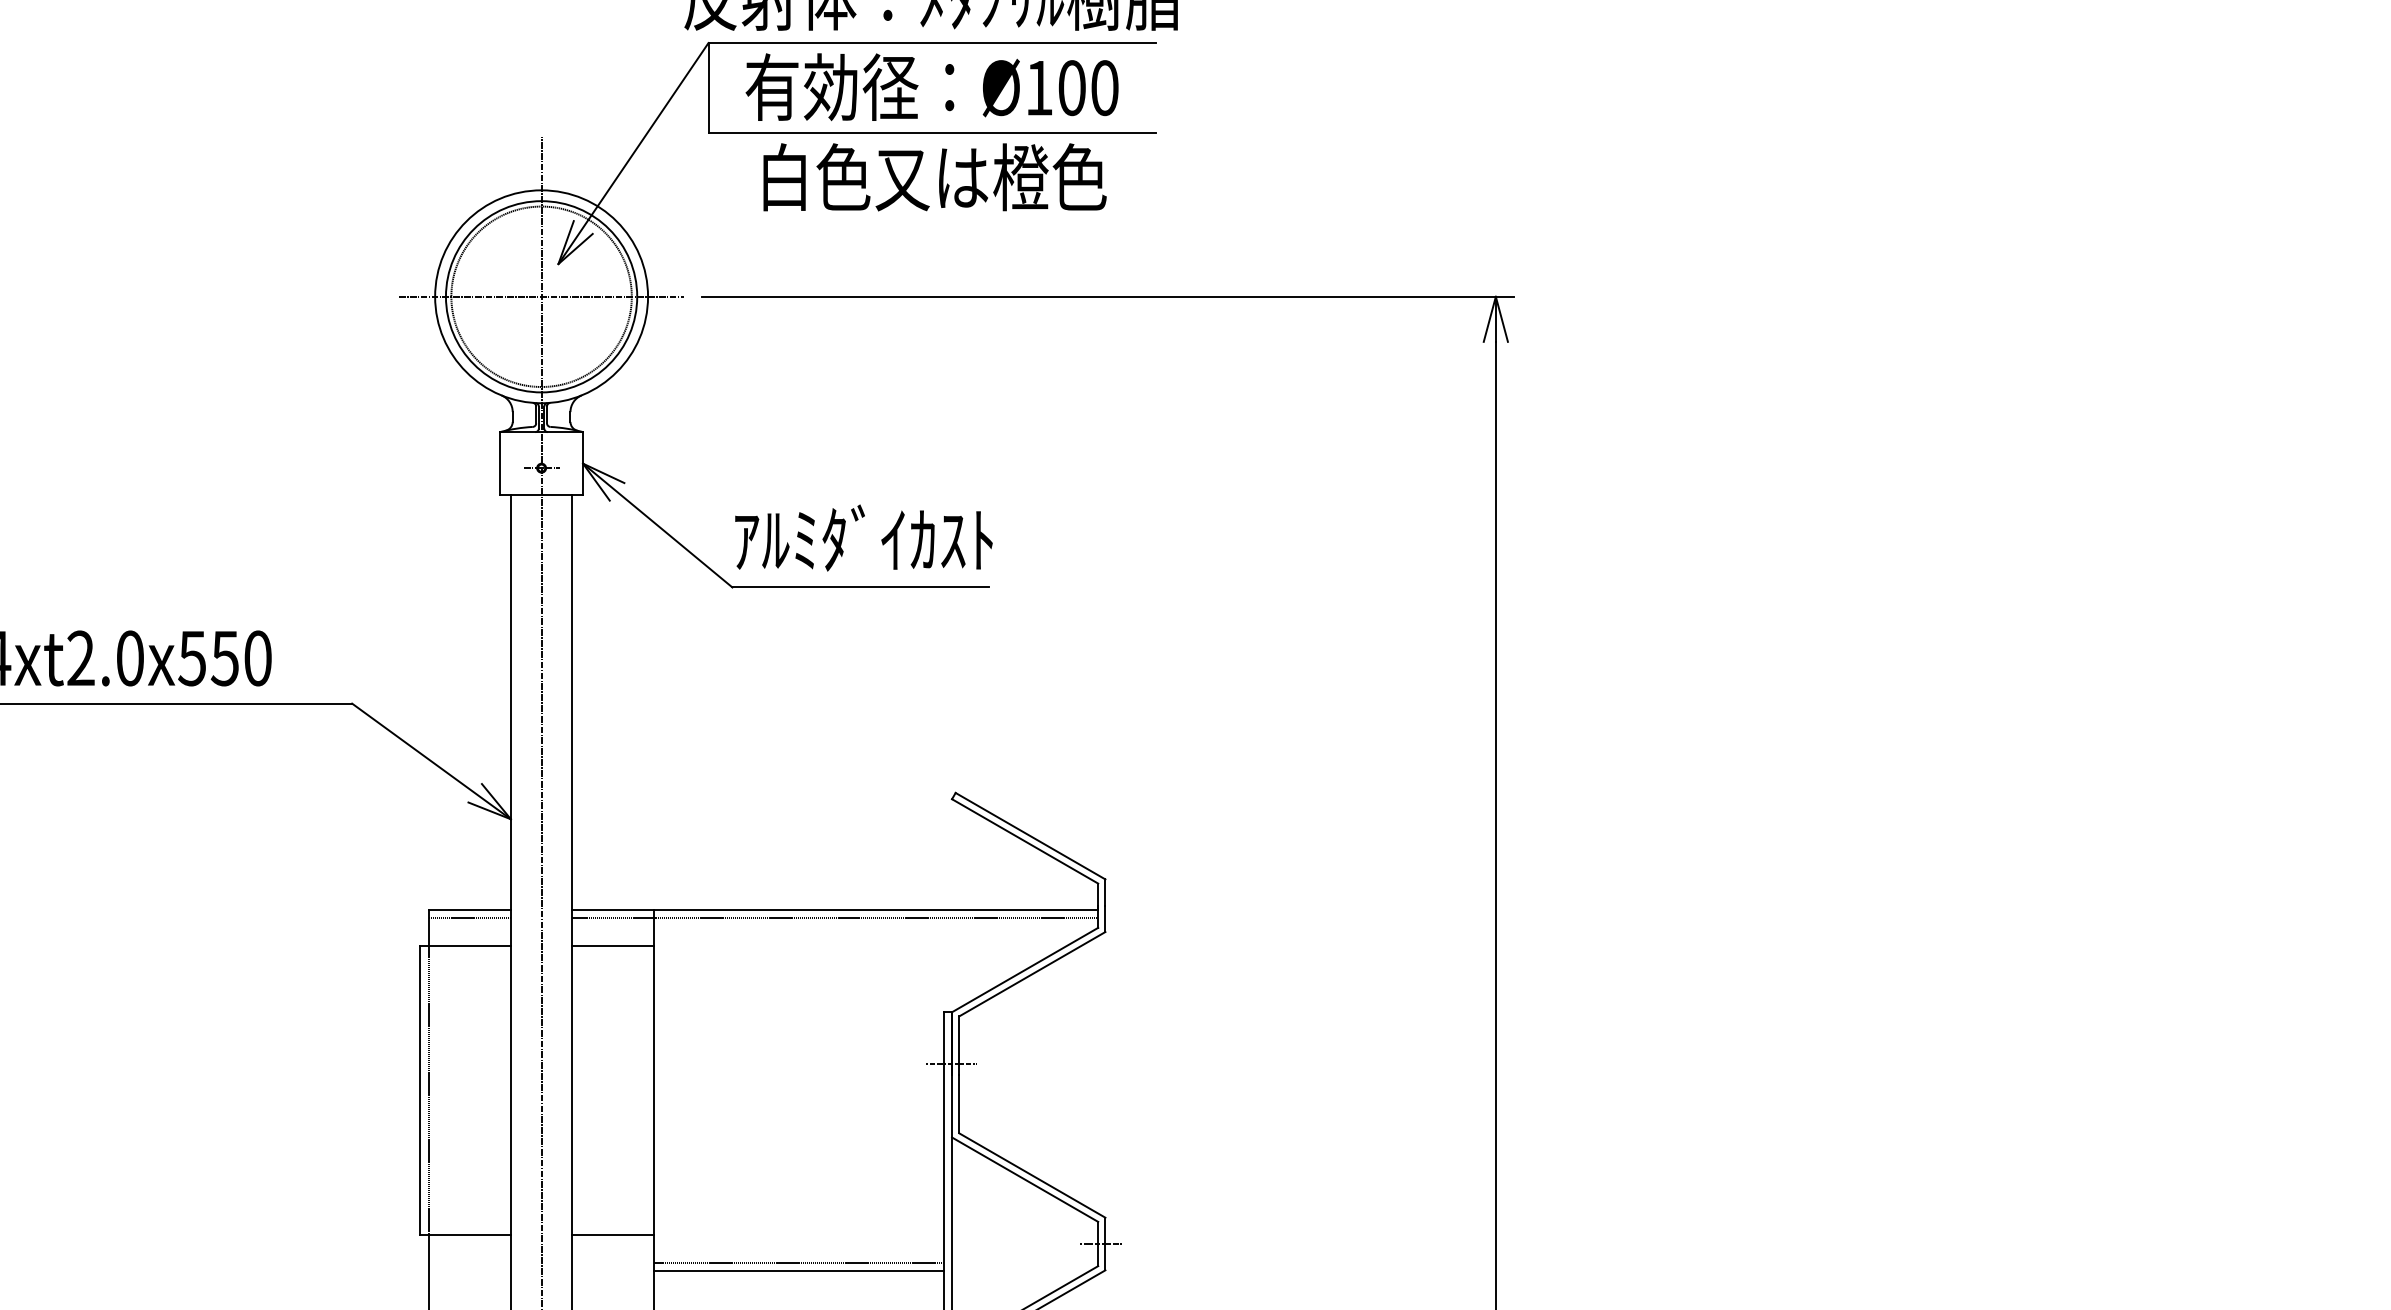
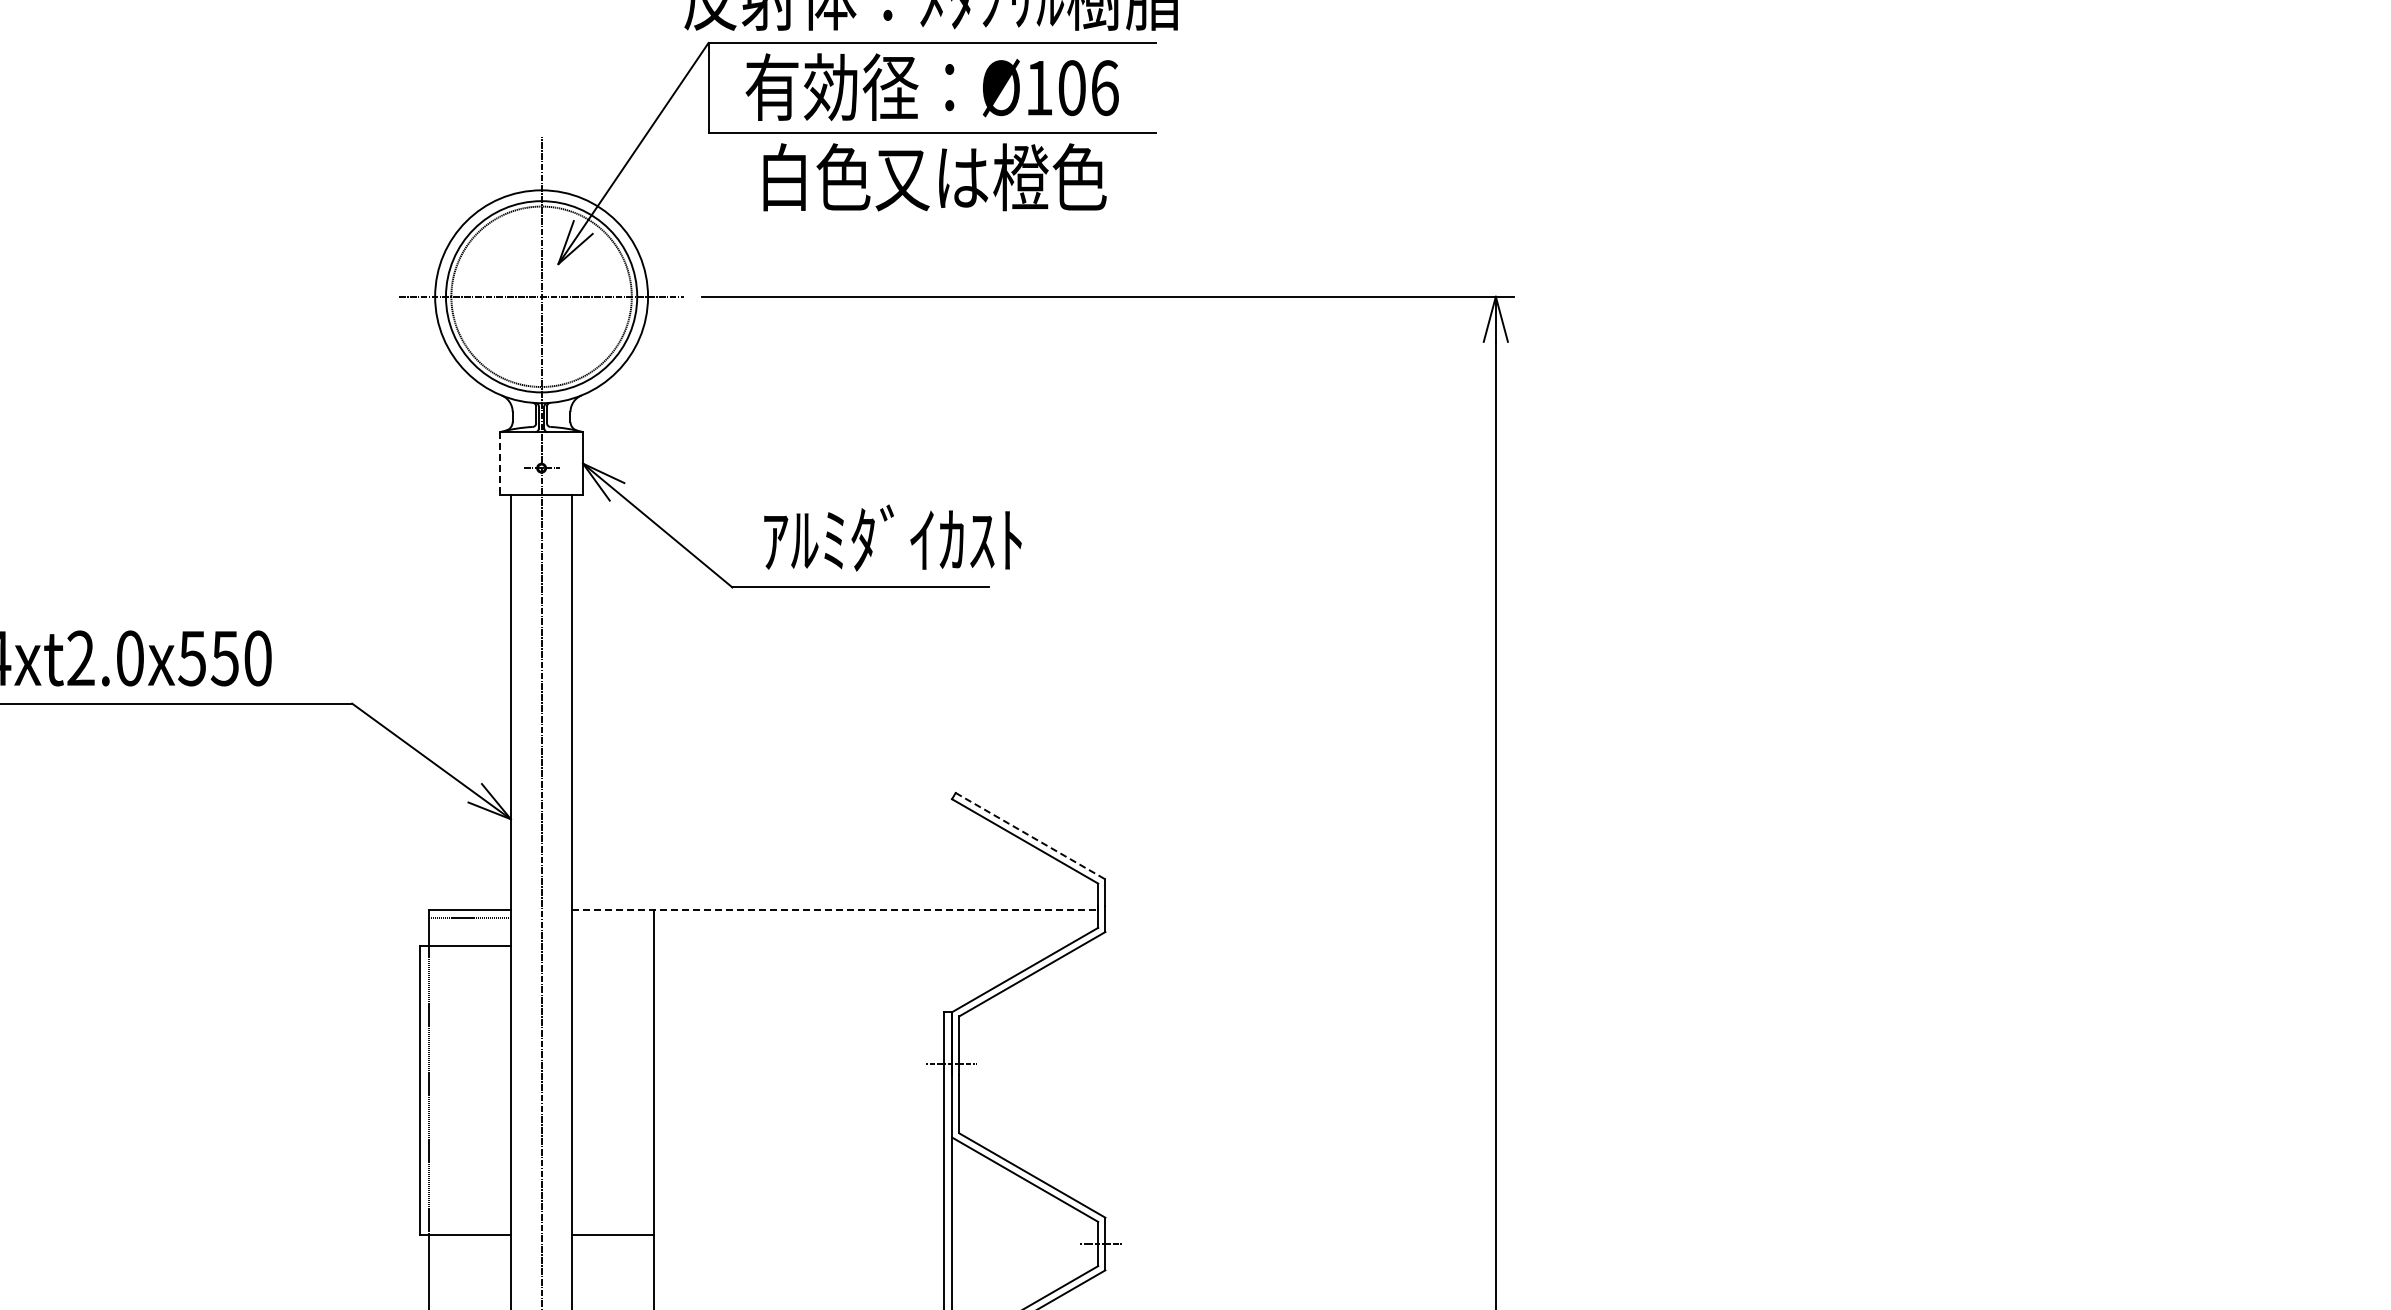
text at (1104, 88): Ø100 -> Ø106
line at (500, 463): solid -> dashed
text at (863, 537) position: (863, 537) -> (892, 537)
line at (1030, 836): solid -> dashed
line at (835, 910): solid -> dashed
line at (835, 918): present -> none
line at (613, 946): present -> none
line at (798, 1262): present -> none
line at (798, 1271): present -> none
